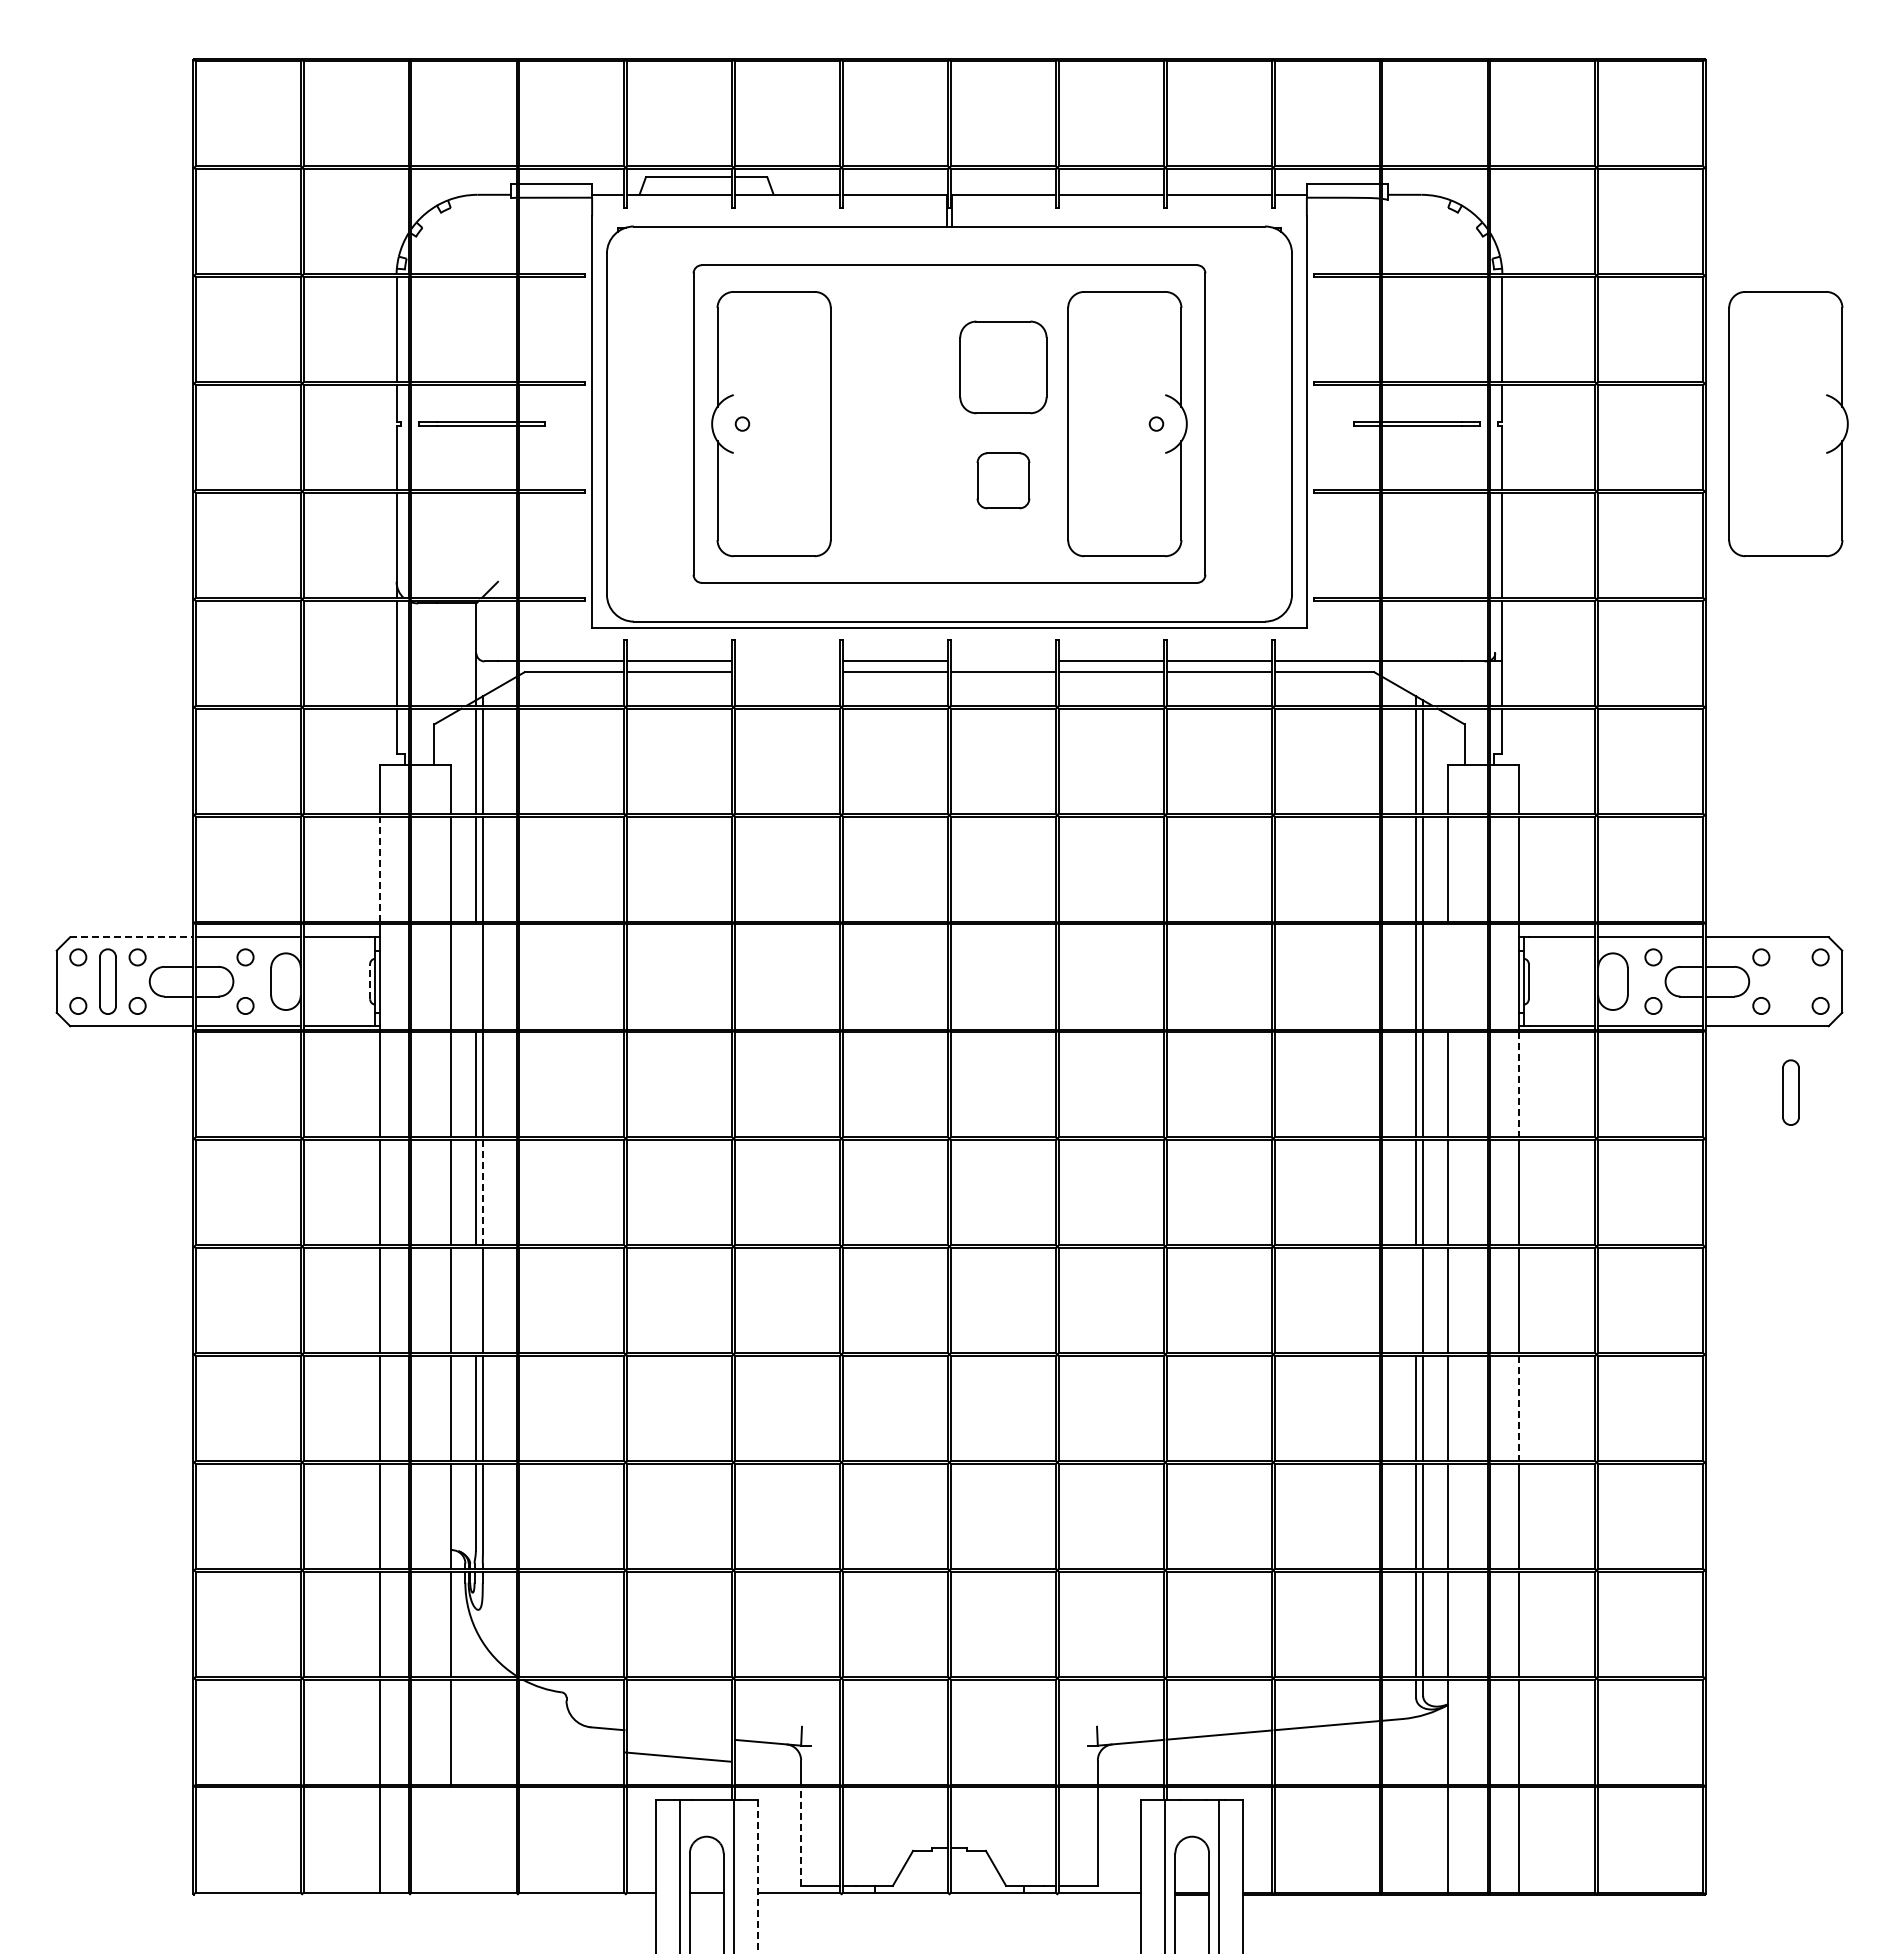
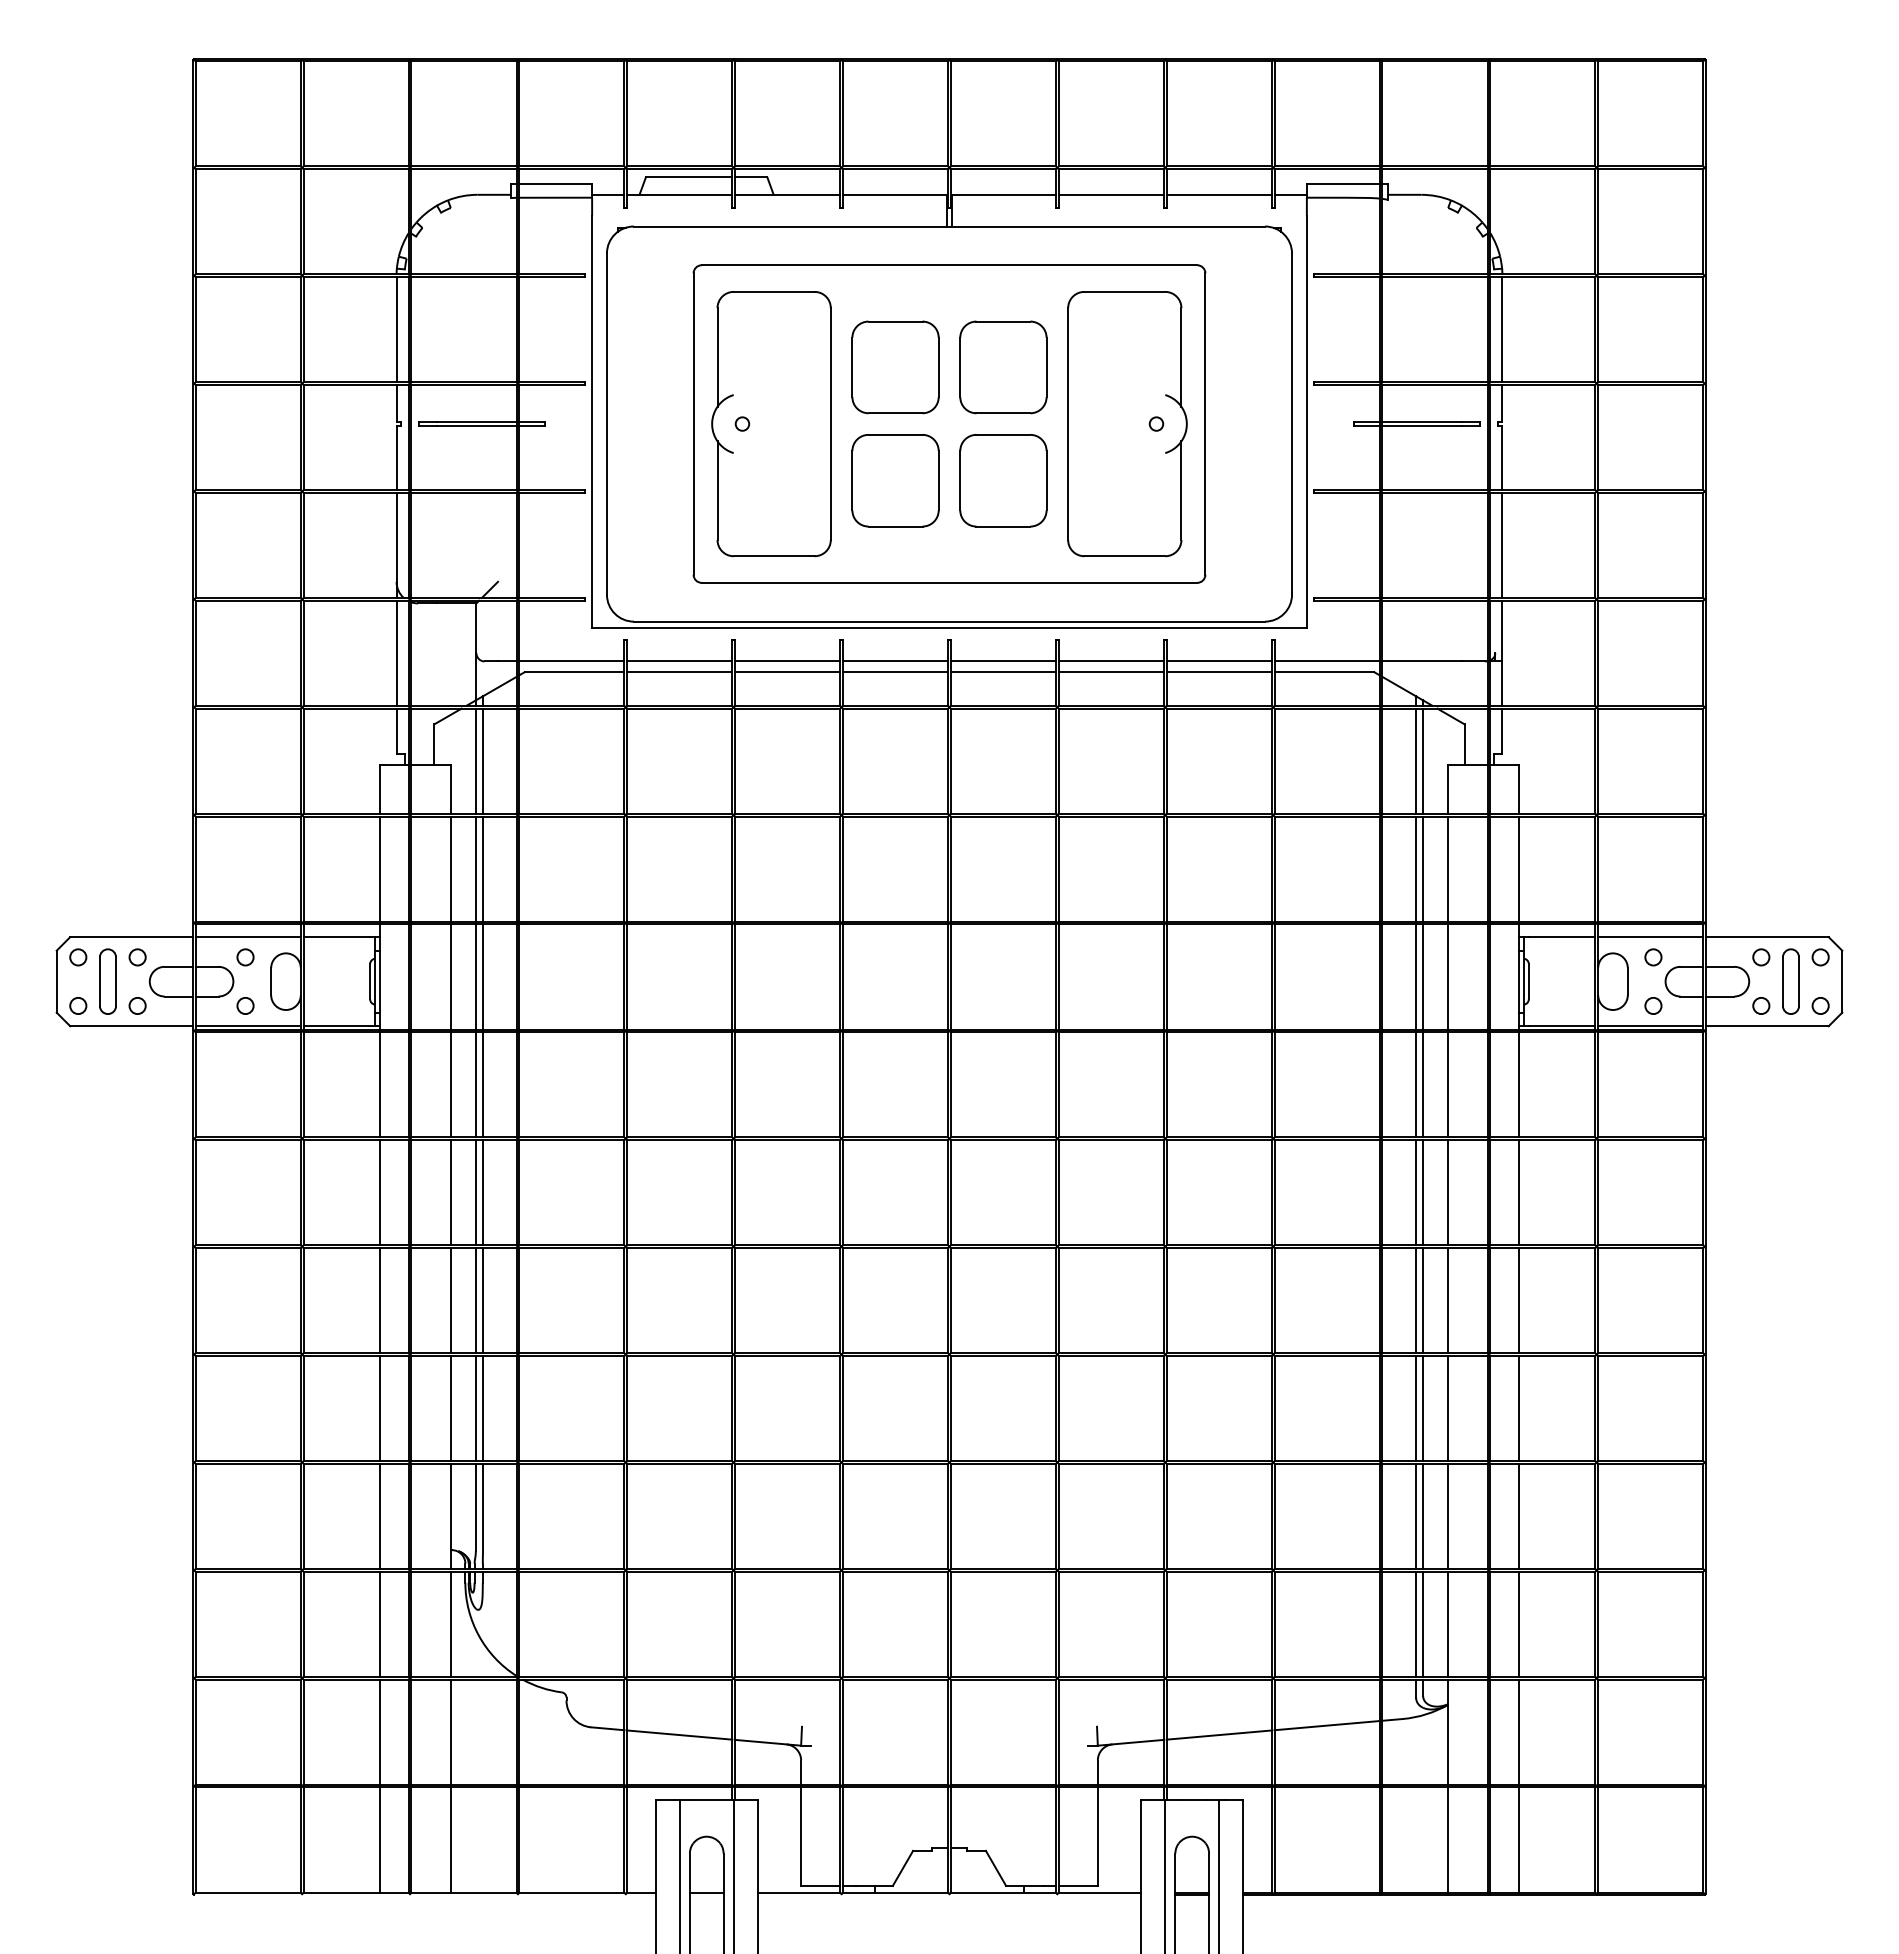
part at (895, 367): none -> present
part at (1788, 424): present -> none
part at (895, 480): none -> present
part at (1003, 480) size: 55x58 px -> 89x94 px
line at (787, 661): none -> present
line at (1003, 661): none -> present
line at (787, 672): none -> present
line at (380, 869): dashed -> solid
line at (132, 937): dashed -> solid
line at (475, 976): none -> present
line at (1448, 976): none -> present
line at (370, 981): dashed -> solid
line at (1518, 1084): dashed -> solid
part at (1790, 1092) position: (1790, 1092) -> (1790, 981)
line at (482, 1192): dashed -> solid
line at (475, 1300): none -> present
line at (1416, 1300): none -> present
line at (1518, 1408): dashed -> solid
line at (677, 1756) position: (677, 1756) -> (679, 1734)
line at (801, 1836): dashed -> solid
line at (450, 1839): none -> present
line at (757, 1876): dashed -> solid
